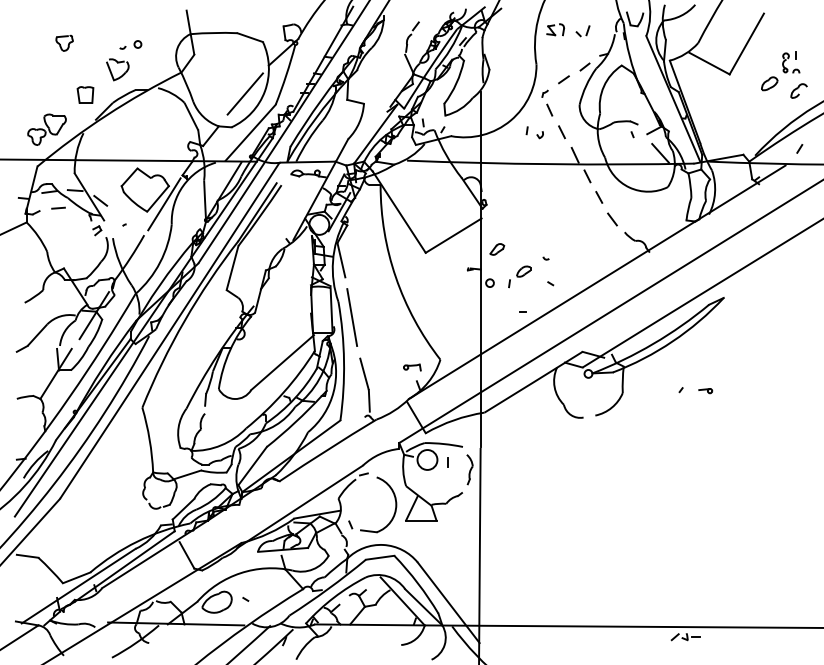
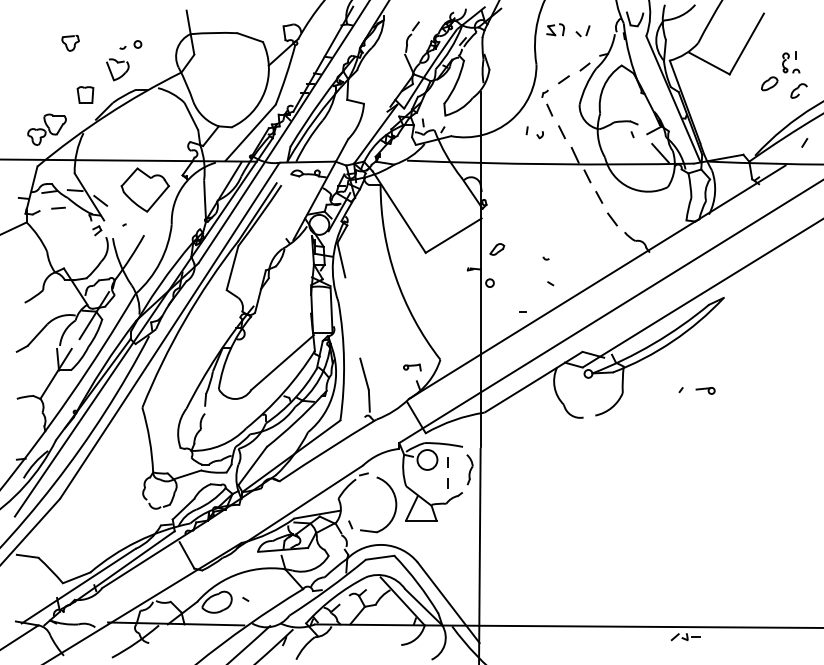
part at (64, 42) position: (64, 42) -> (70, 42)
line at (244, 93): present -> none
line at (799, 148) position: (799, 148) -> (804, 142)
line at (164, 204): present -> none
part at (519, 276): present -> none
line at (352, 317): present -> none
part at (705, 391) size: 16x7 px -> 21x8 px
line at (447, 483): none -> present
